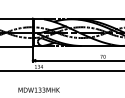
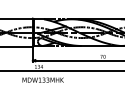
text at (38, 89) position: (38, 89) -> (42, 79)
